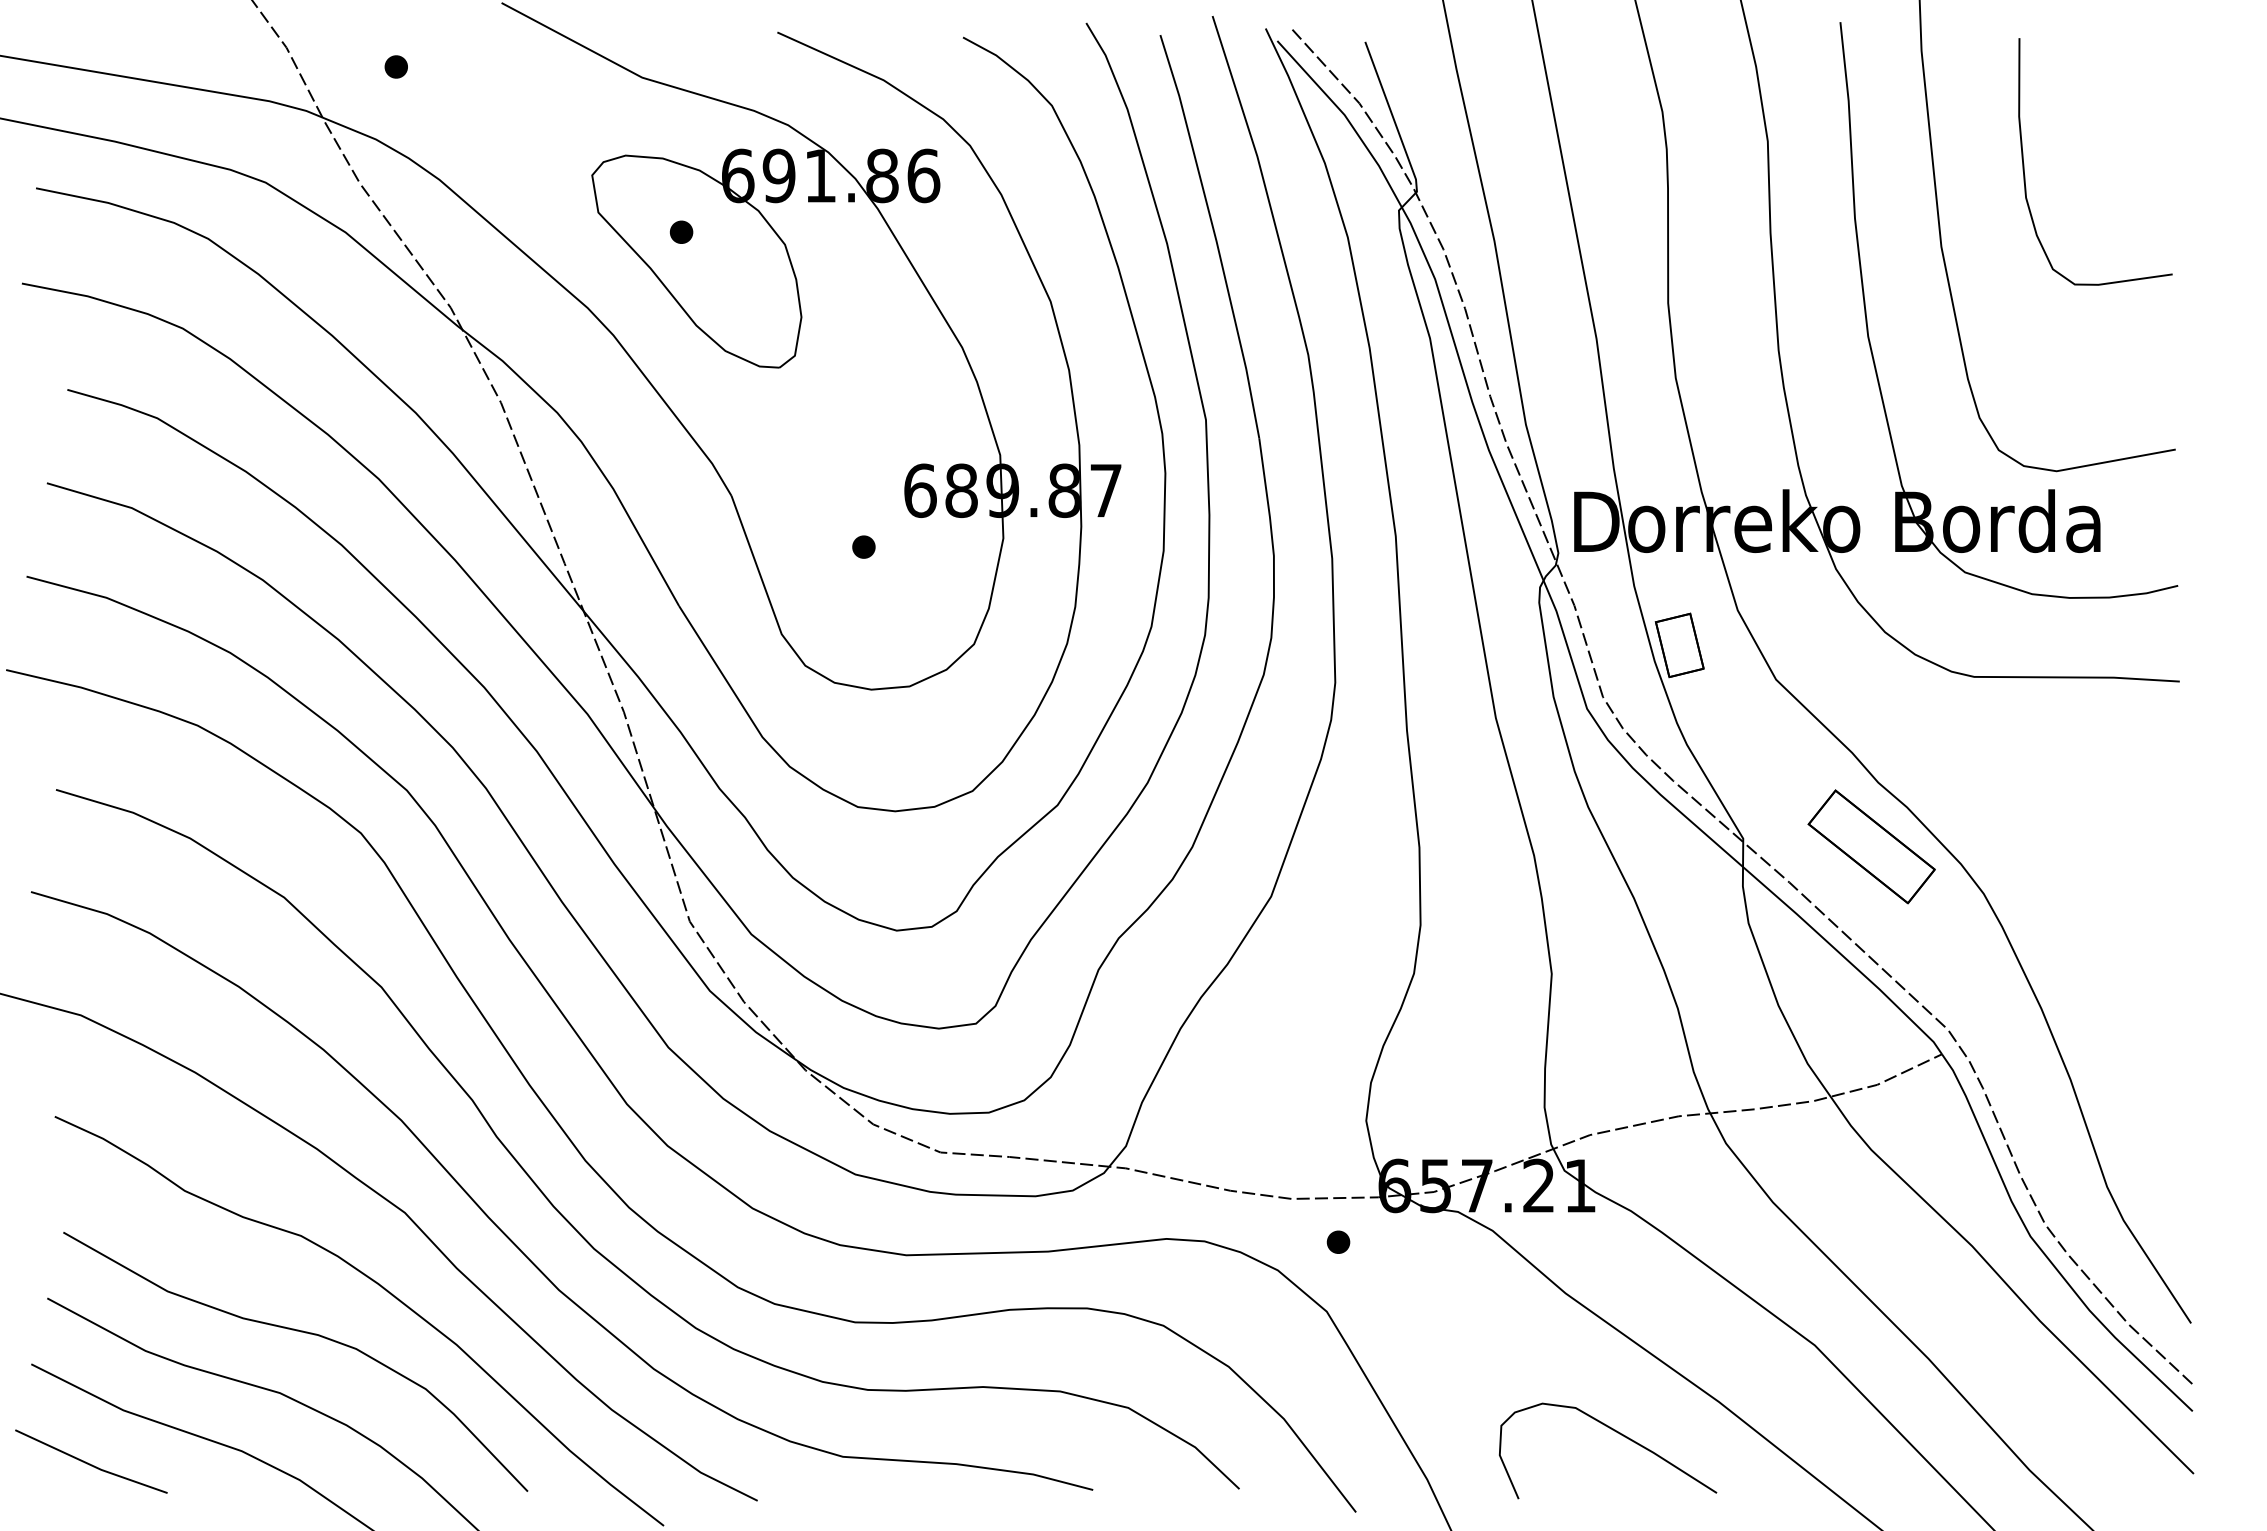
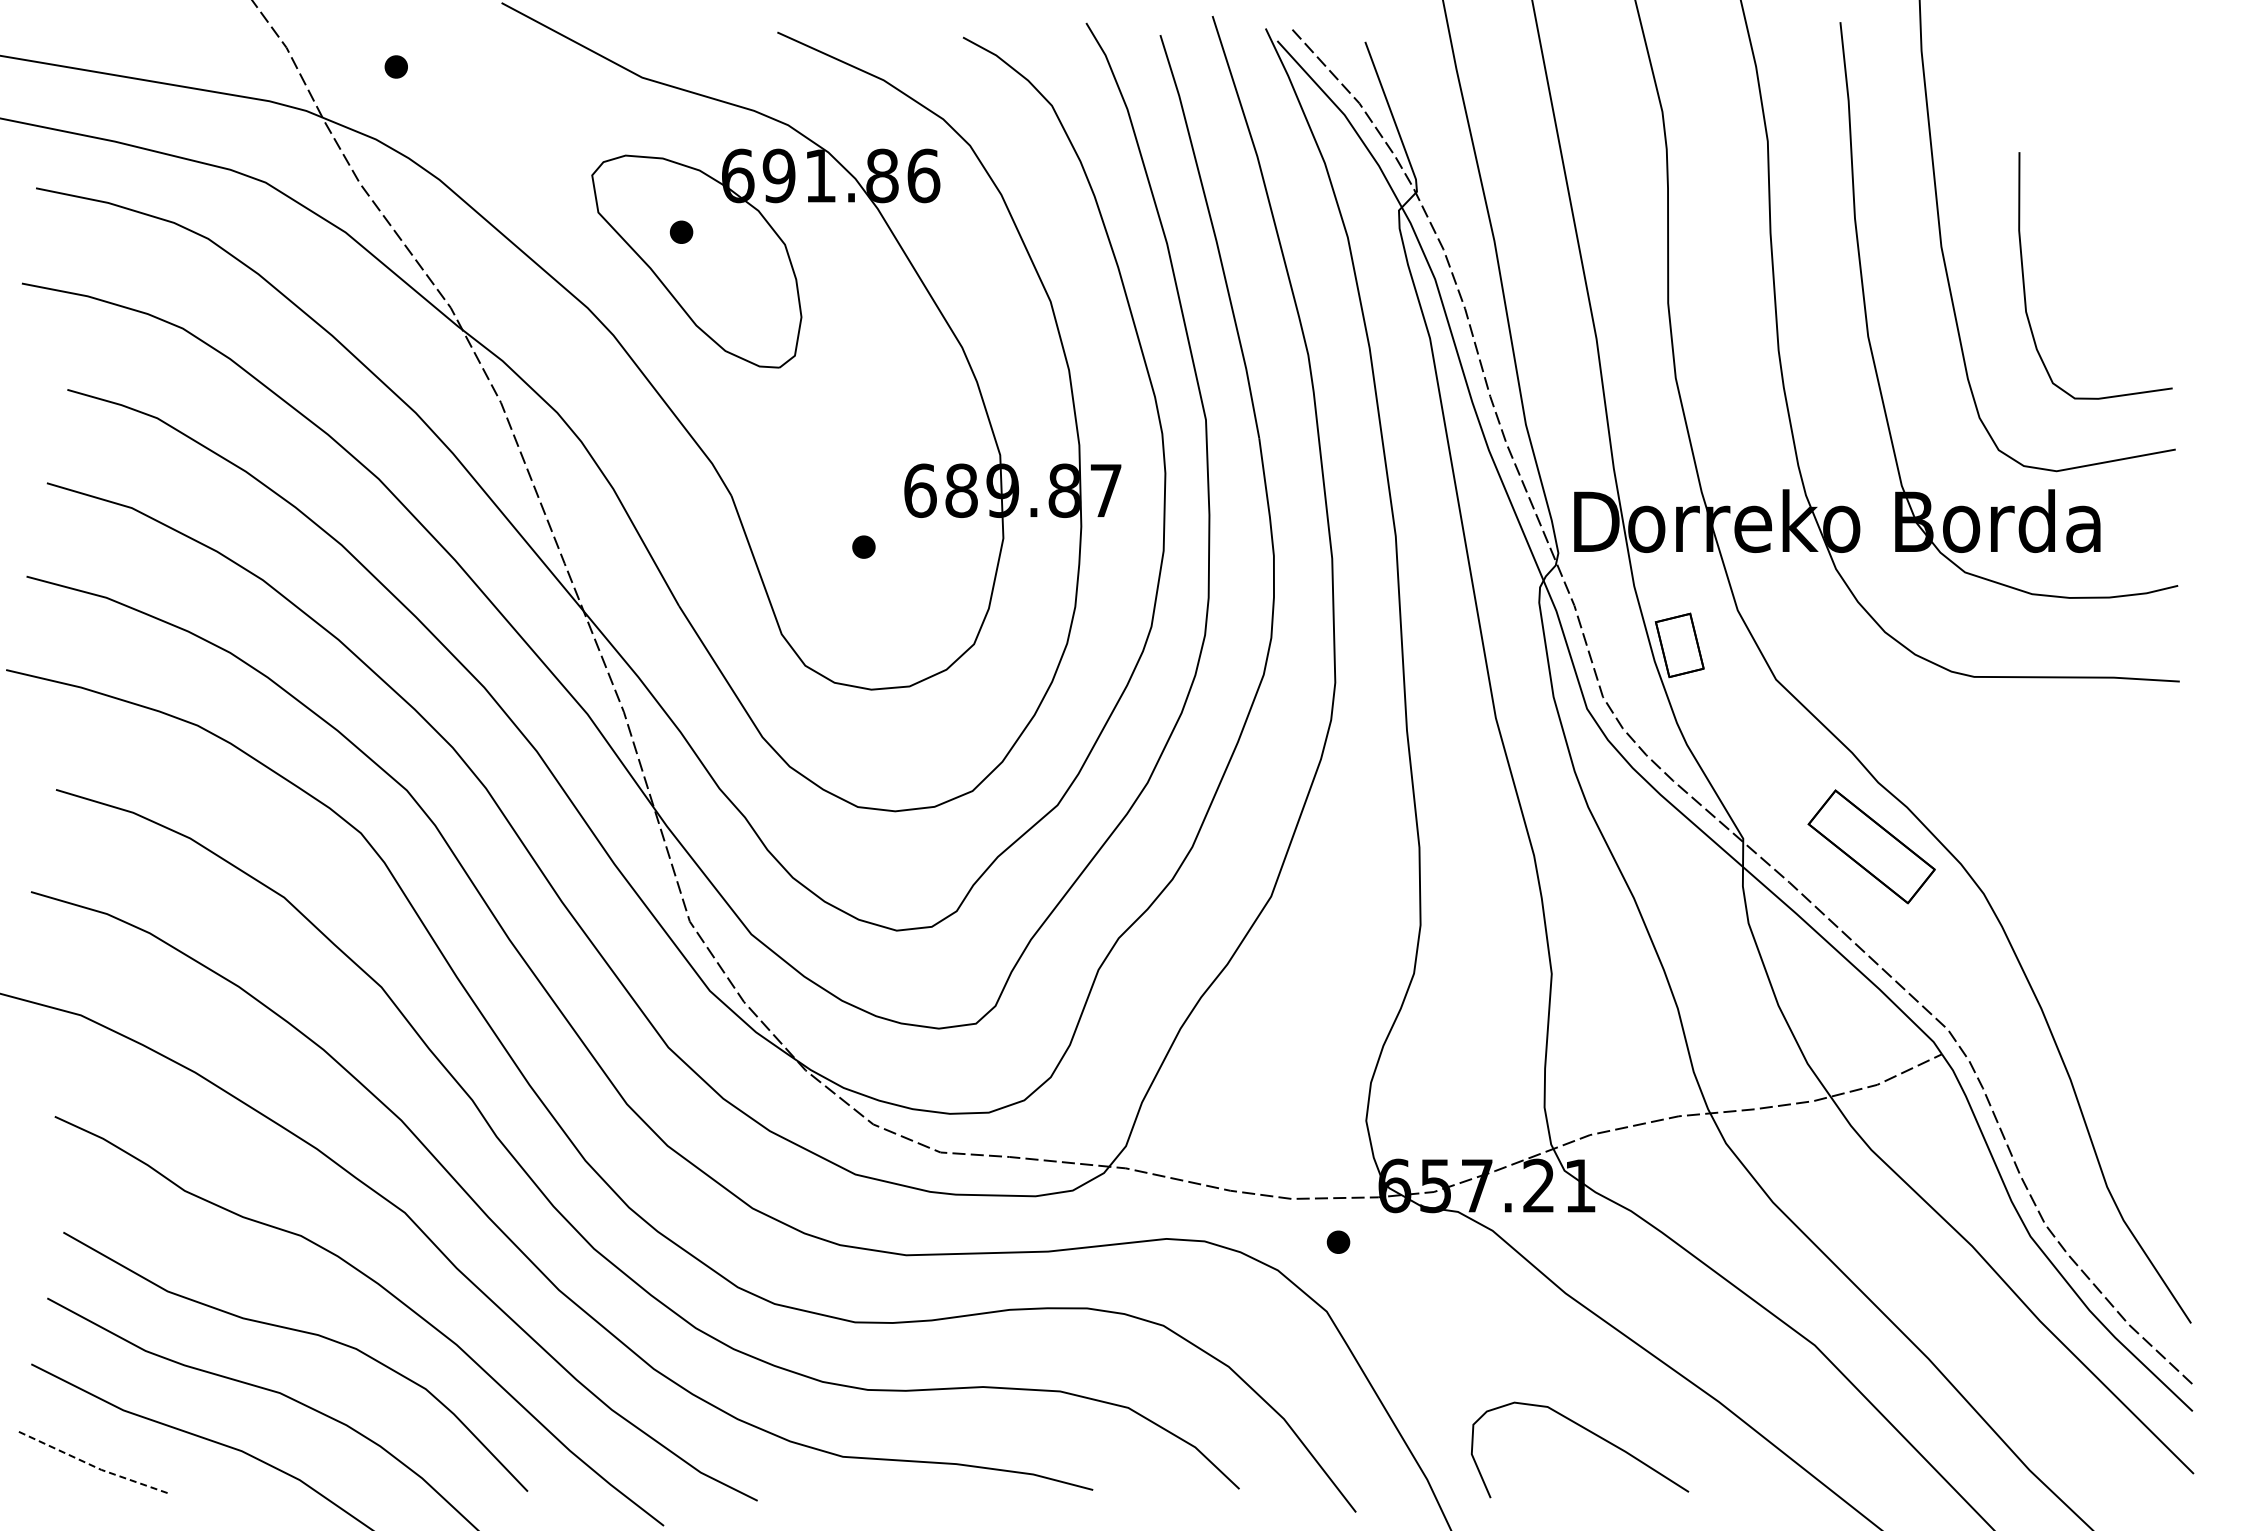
curve at (2024, 163) position: (2024, 163) -> (2024, 277)
curve at (1617, 1433) position: (1617, 1433) -> (1589, 1432)
line at (90, 1464): solid -> dashed
